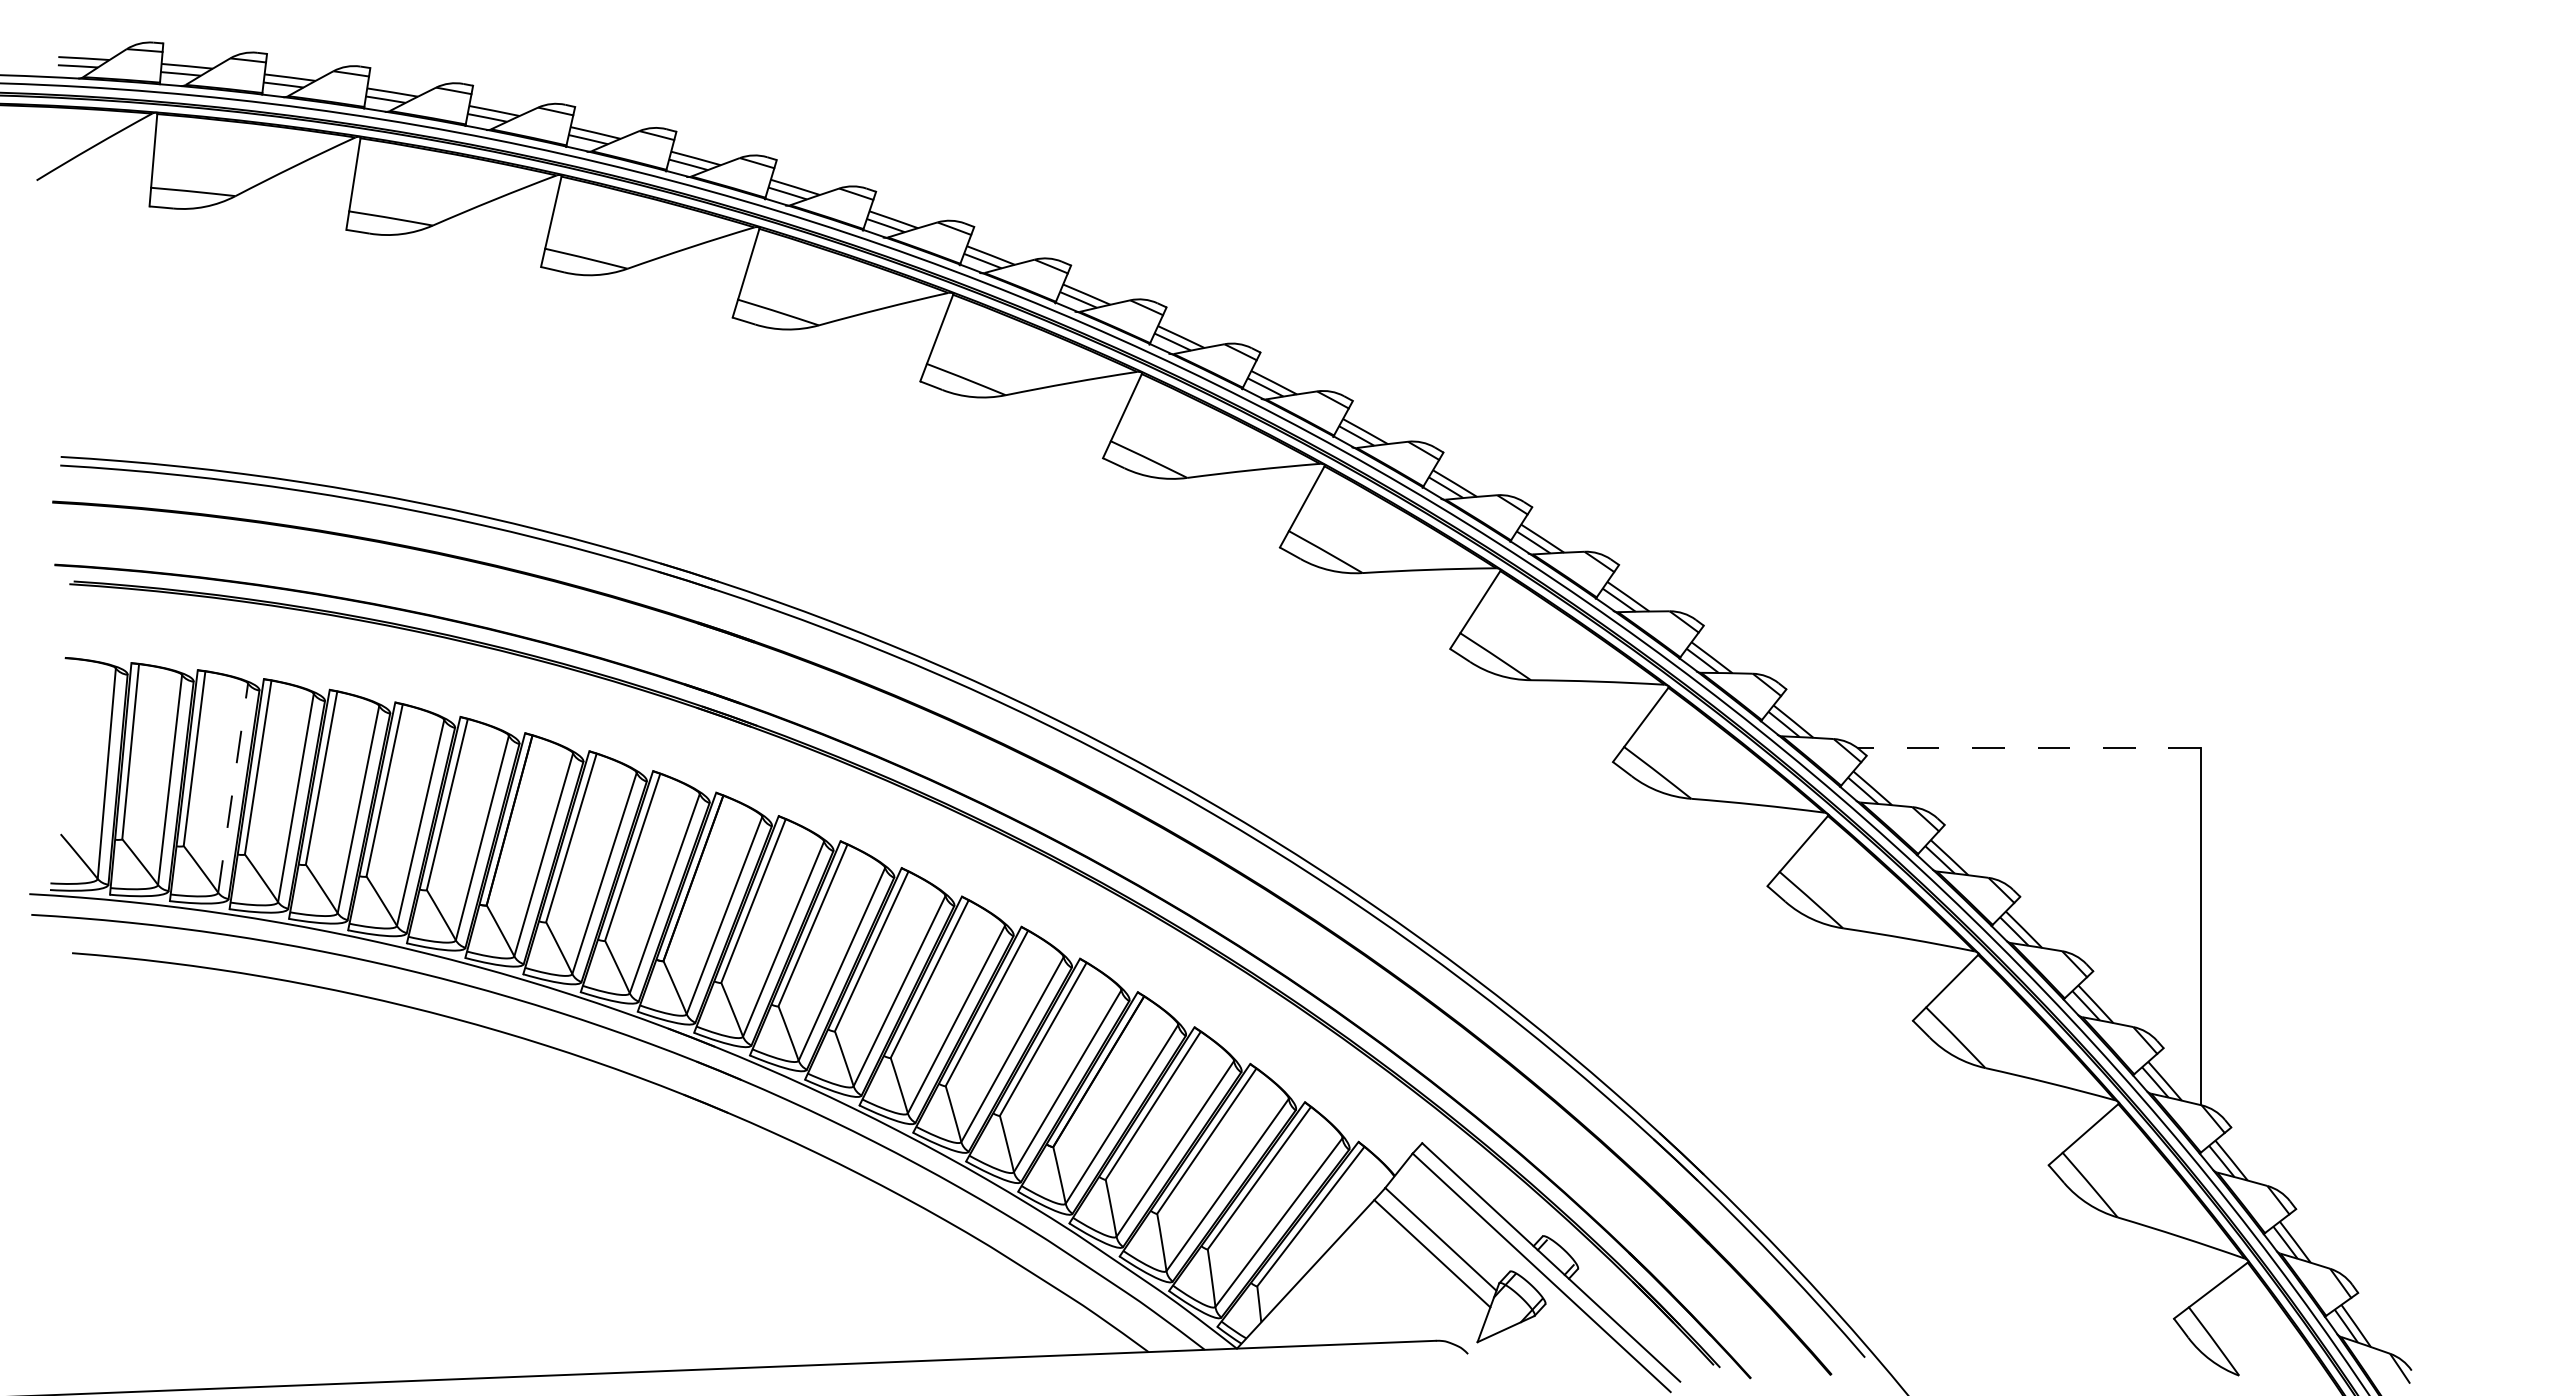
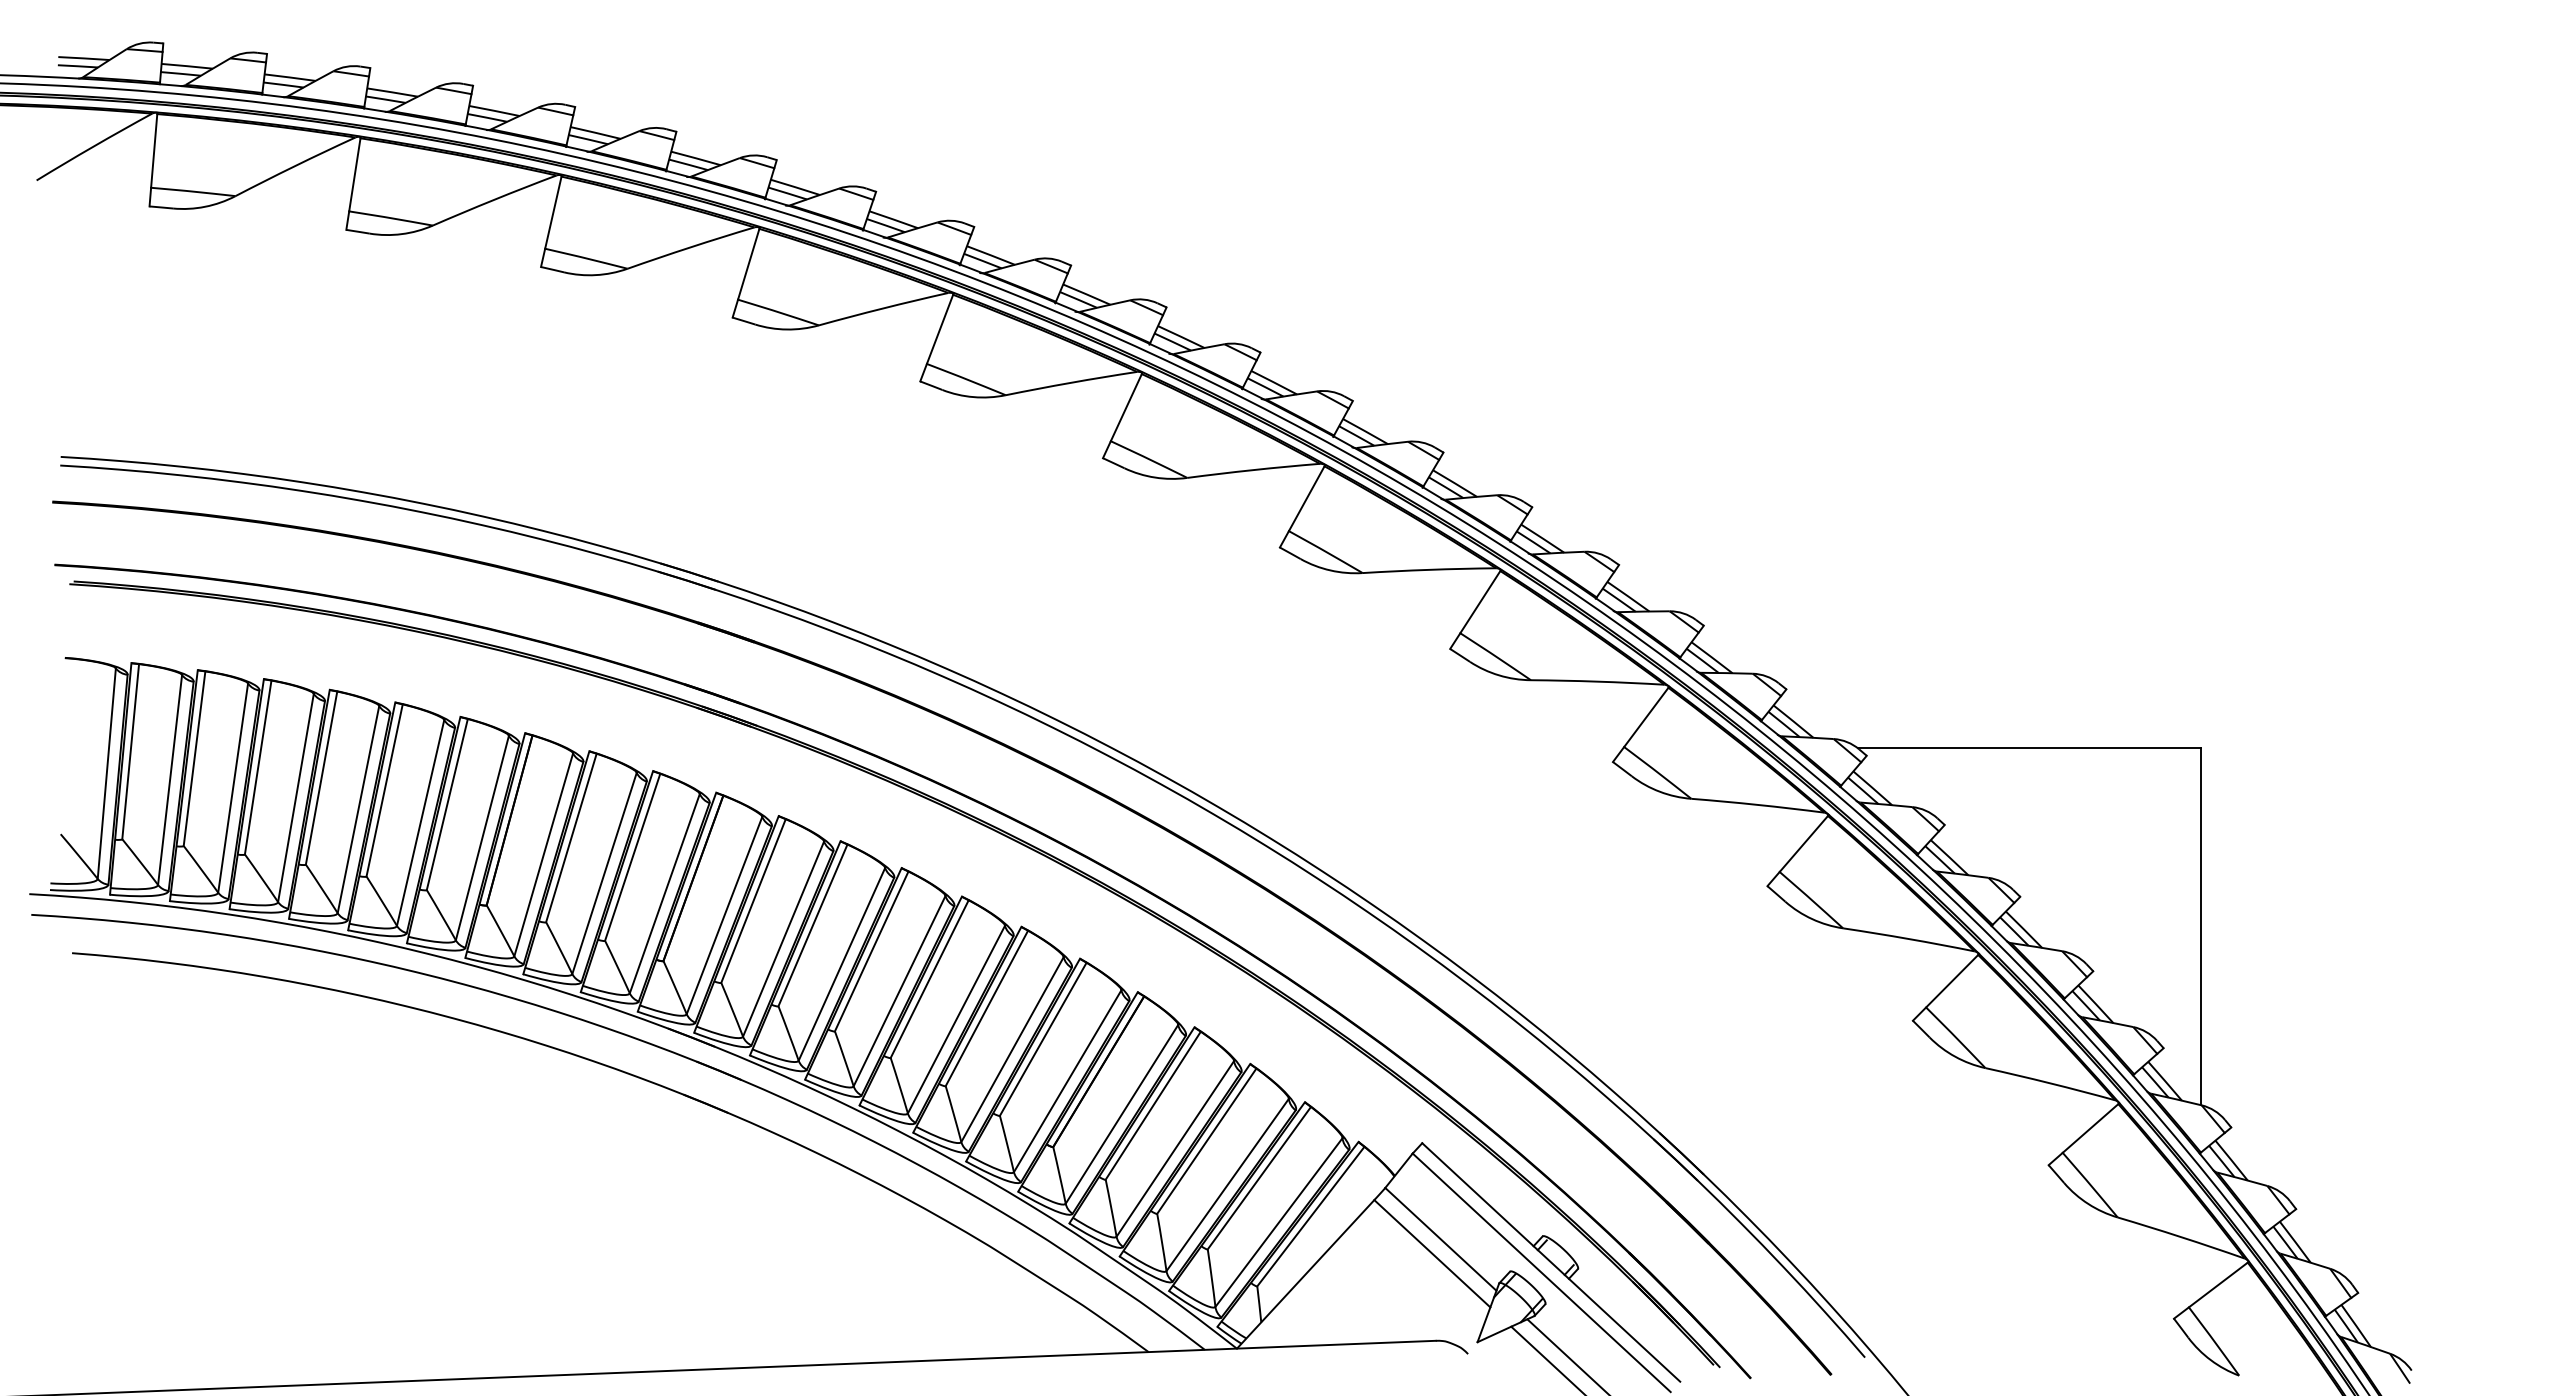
line at (2029, 748): dashed -> solid
line at (233, 788): dashed -> solid
line at (1566, 1355): none -> present
line at (1546, 1359): none -> present
